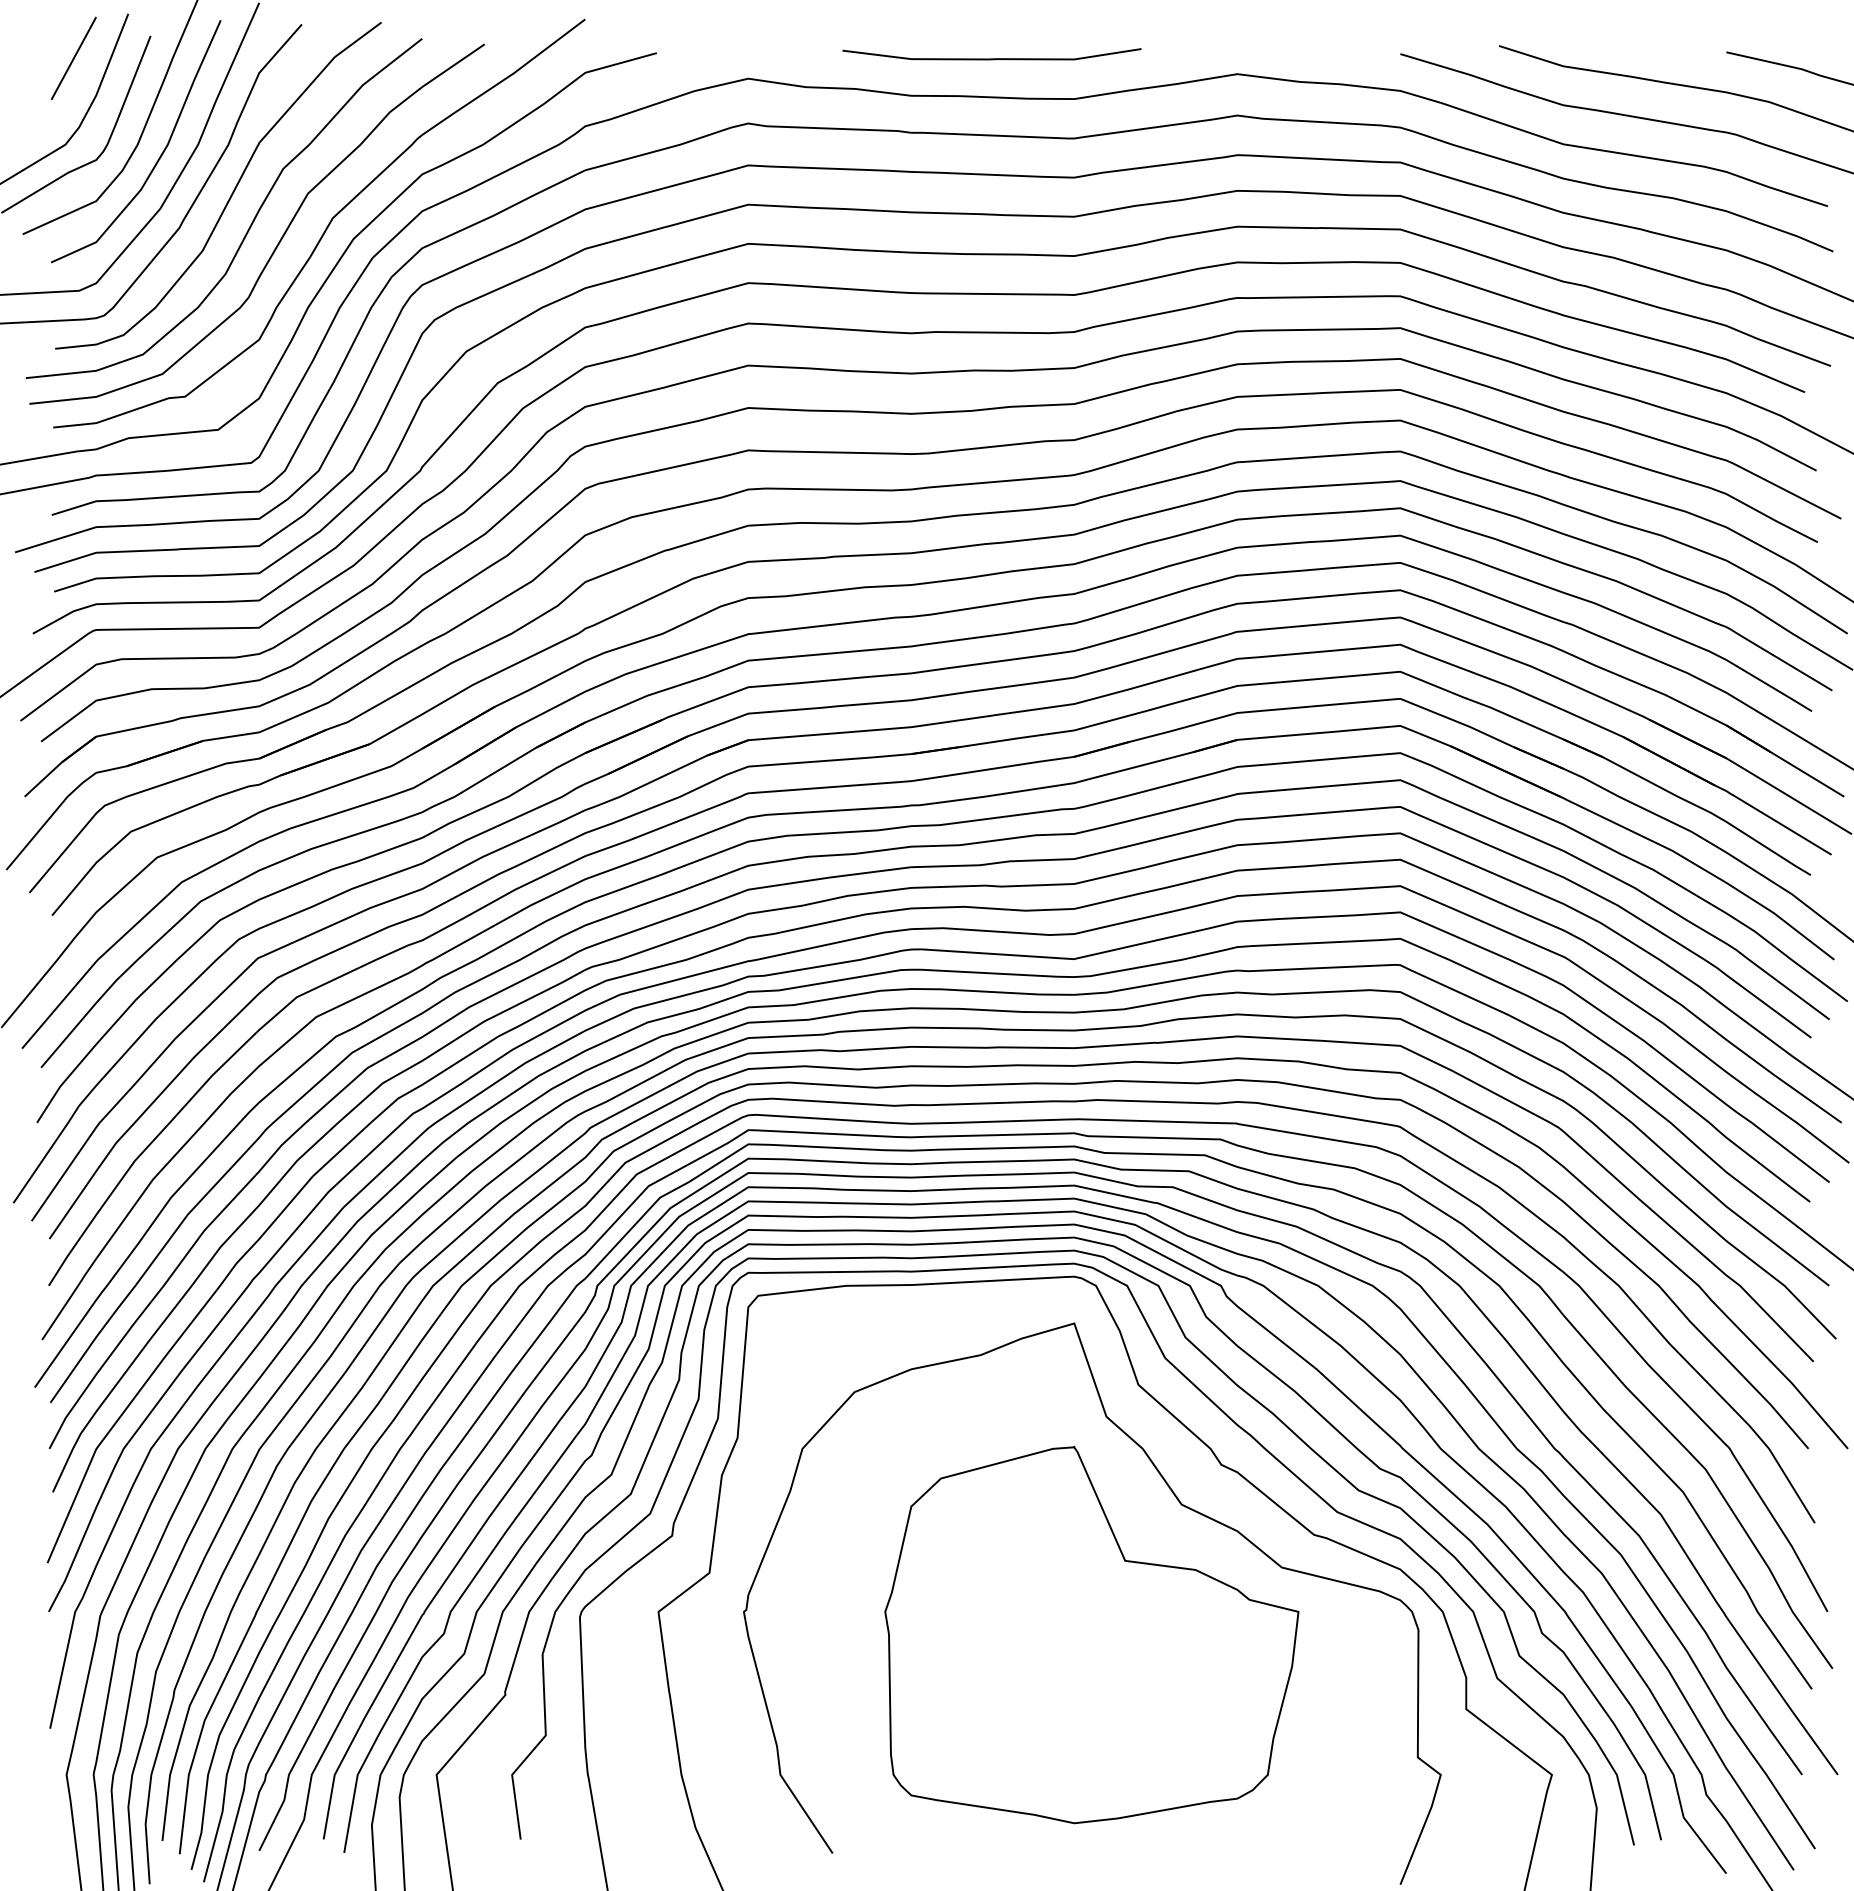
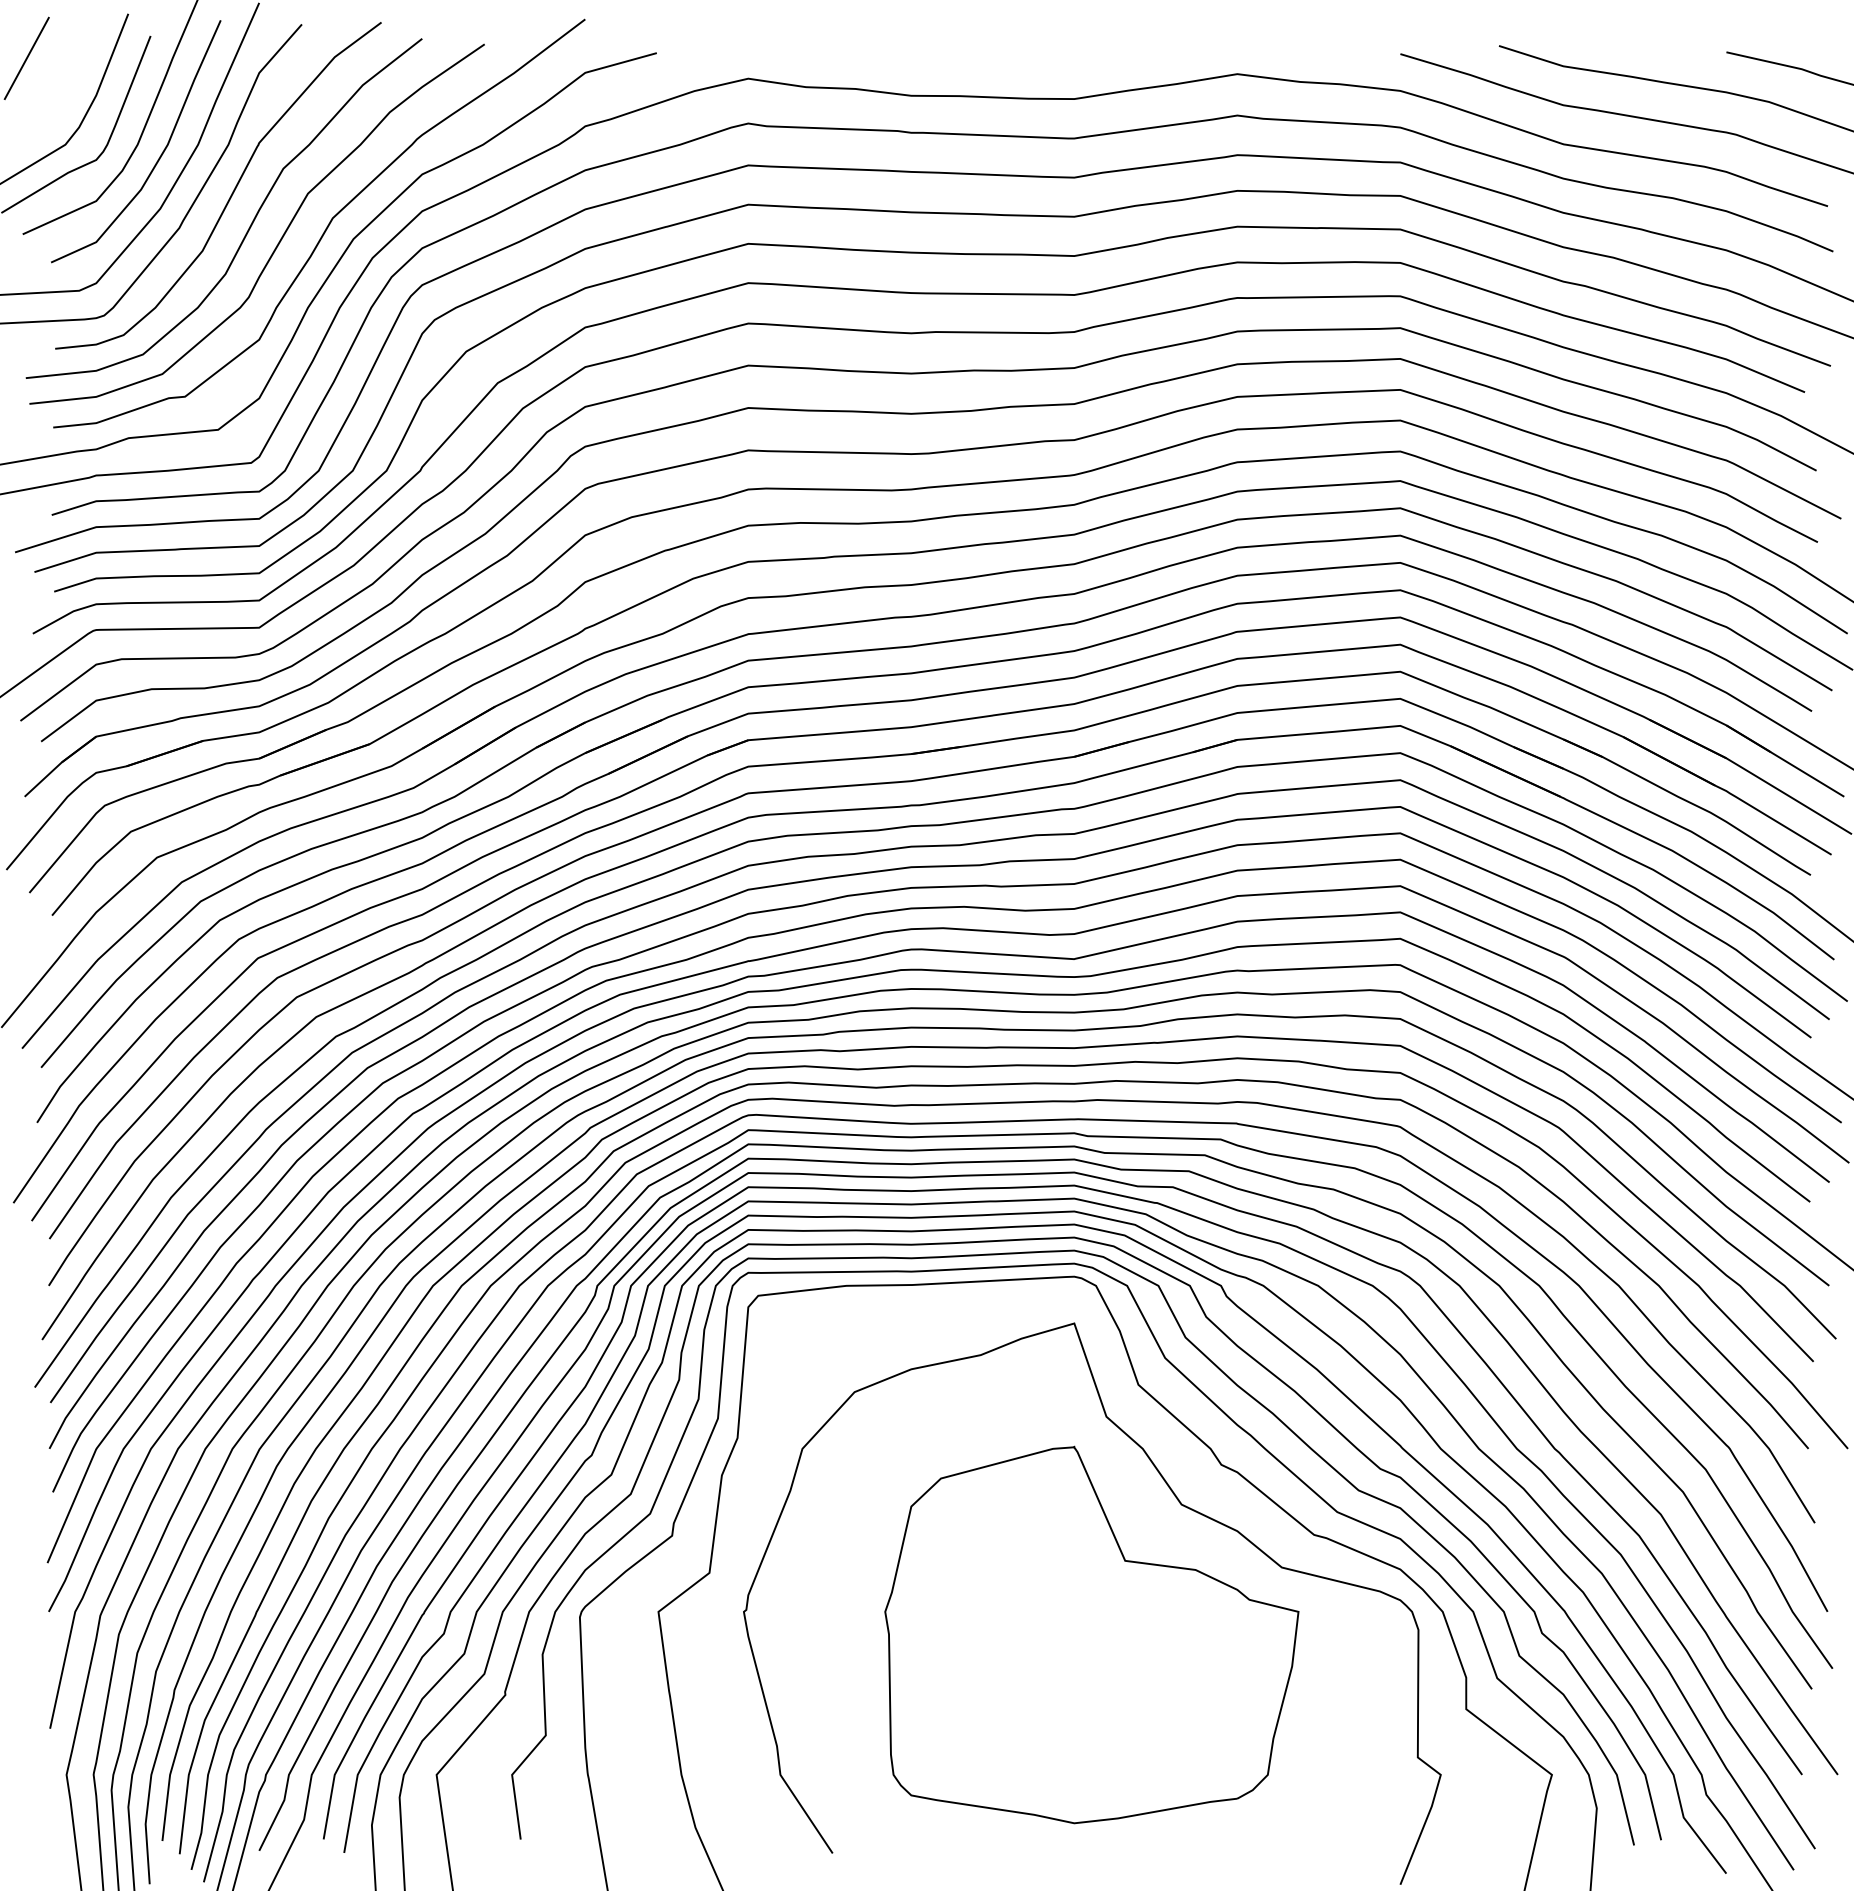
line at (73, 57) position: (73, 57) -> (26, 57)
curve at (991, 58): present -> none
